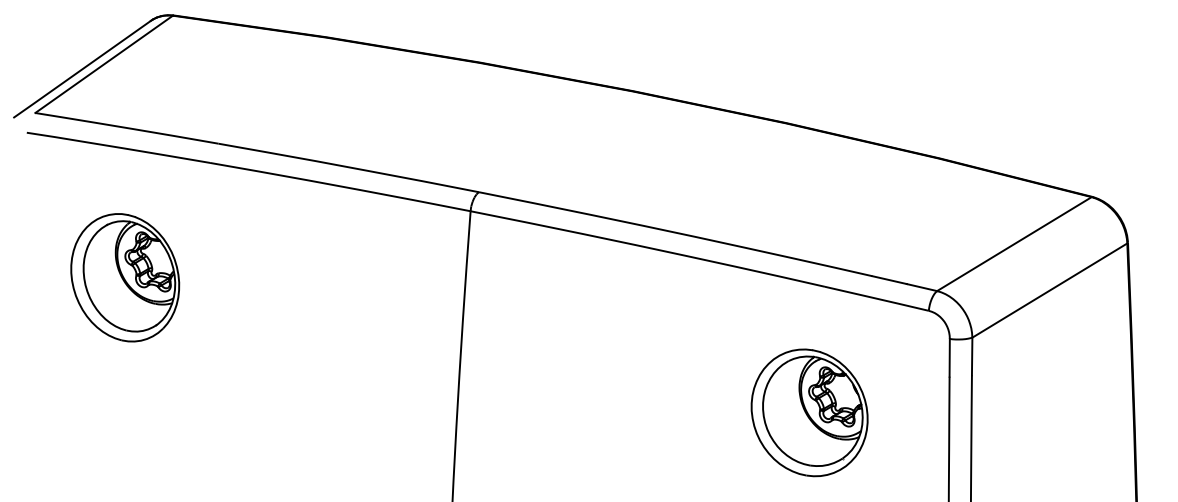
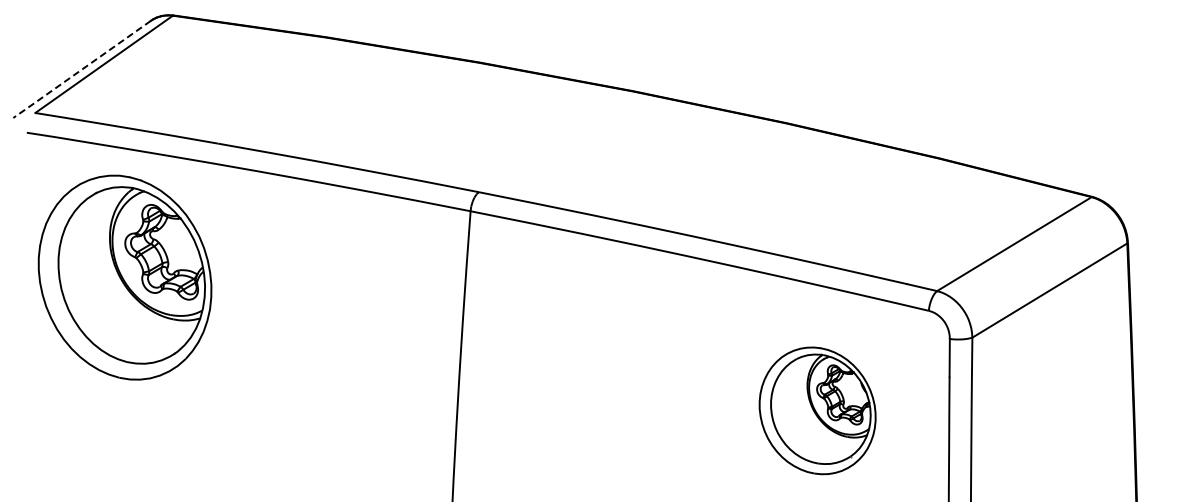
line at (81, 69): solid -> dashed
part at (125, 277) size: 111x130 px -> 176x207 px
part at (809, 412) position: (809, 412) -> (817, 410)
